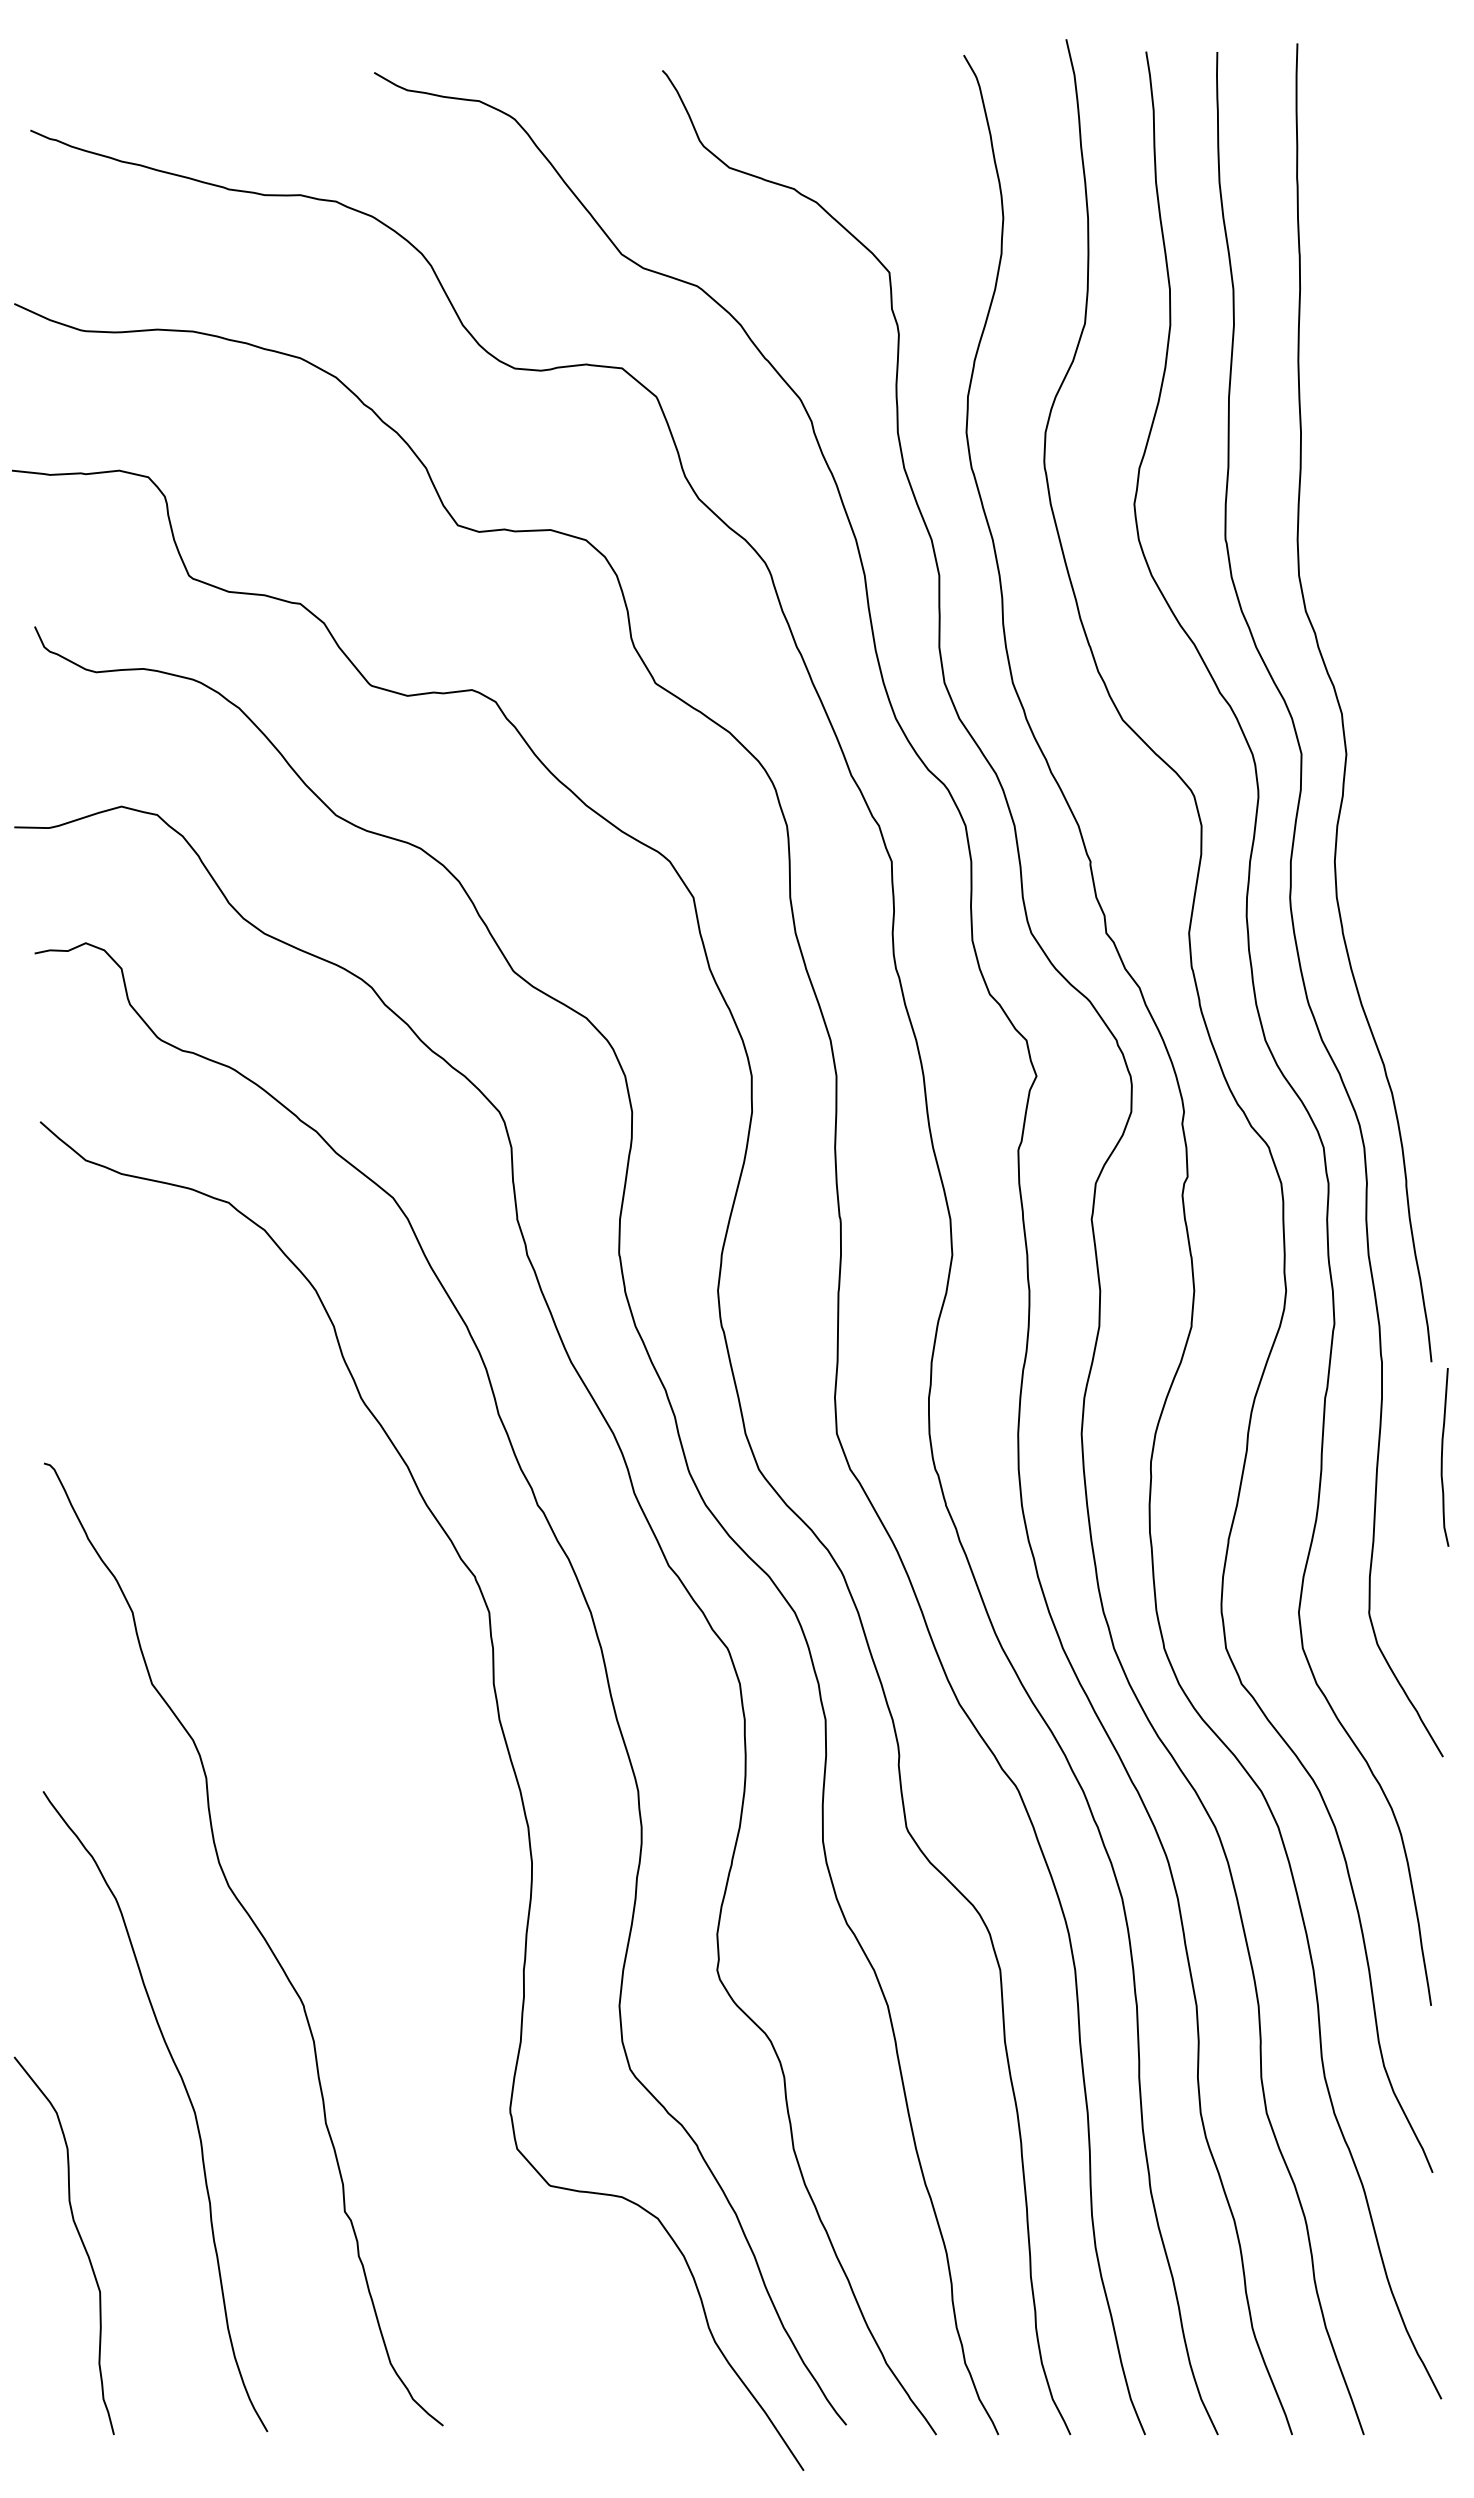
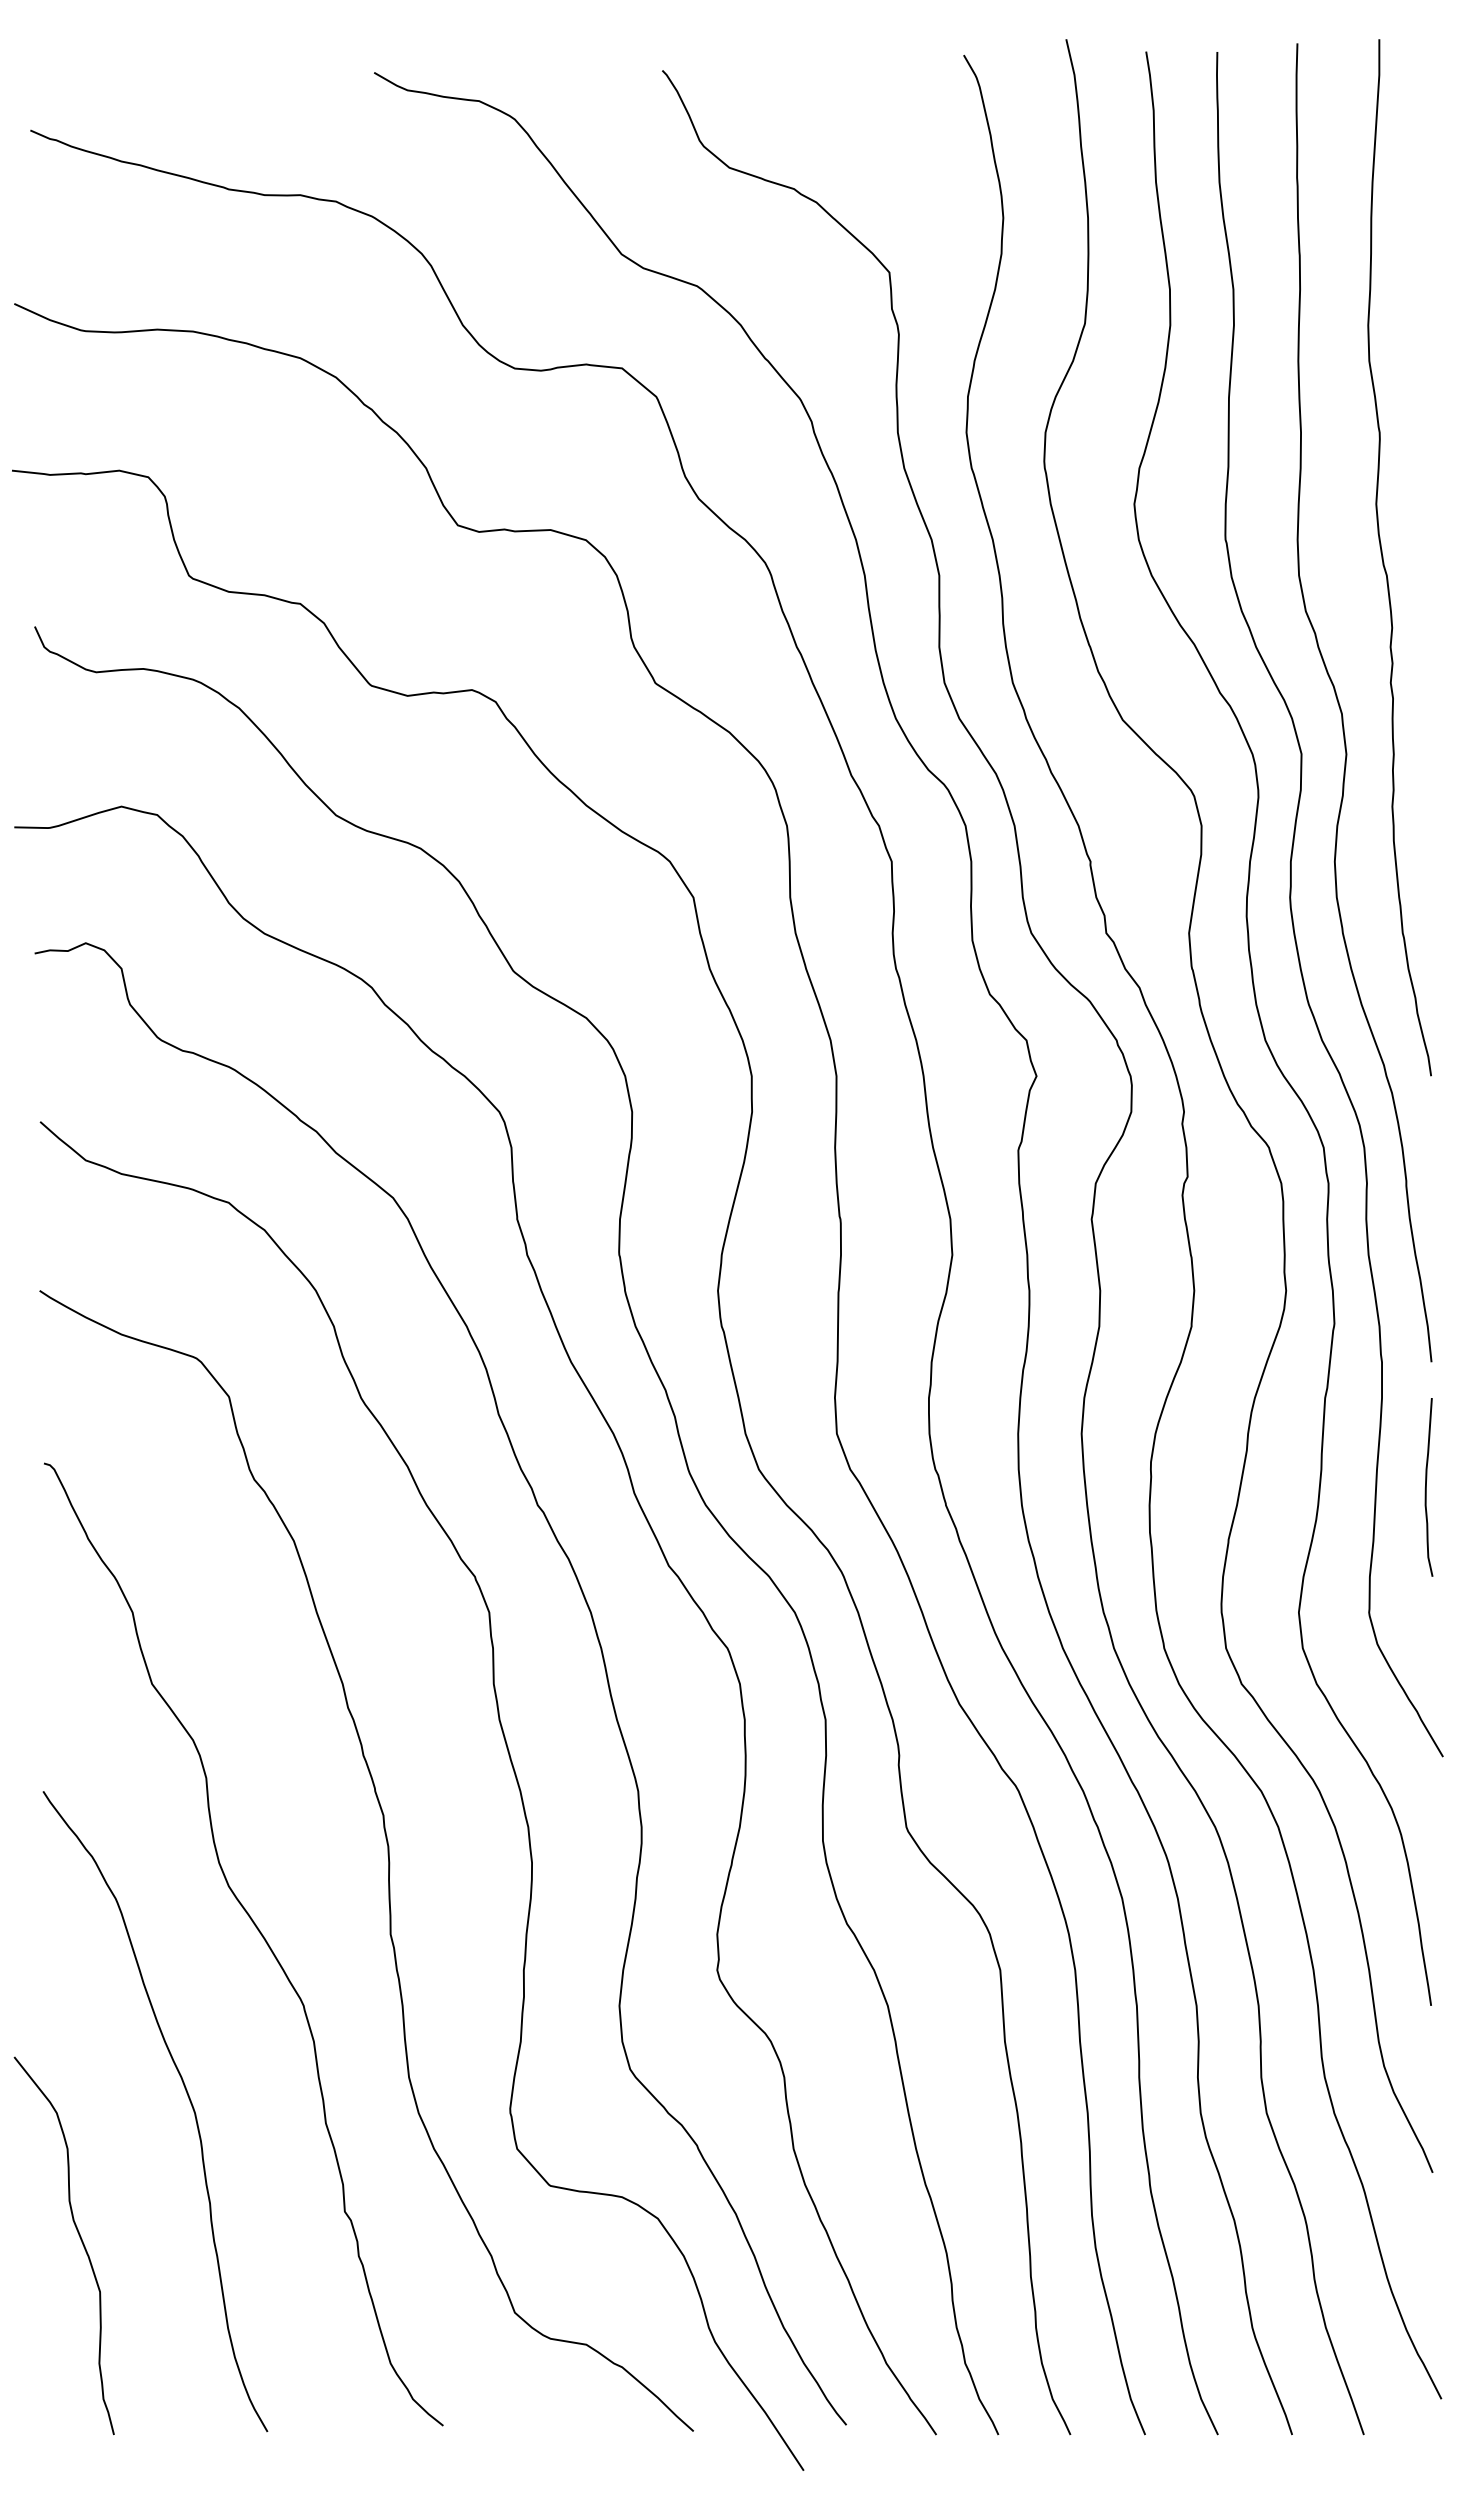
curve at (1384, 562): none -> present
curve at (1442, 1457) position: (1442, 1457) -> (1426, 1487)
curve at (387, 1855): none -> present
